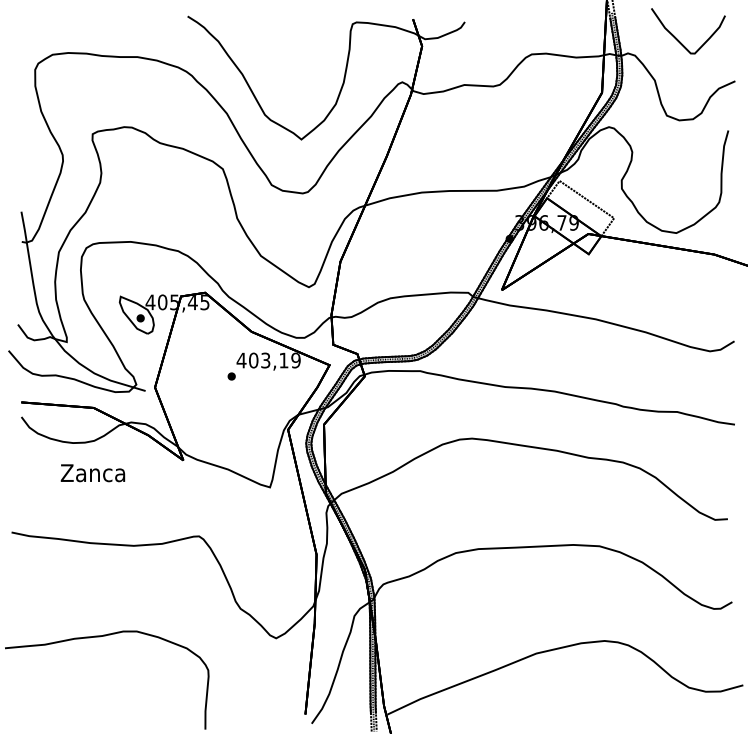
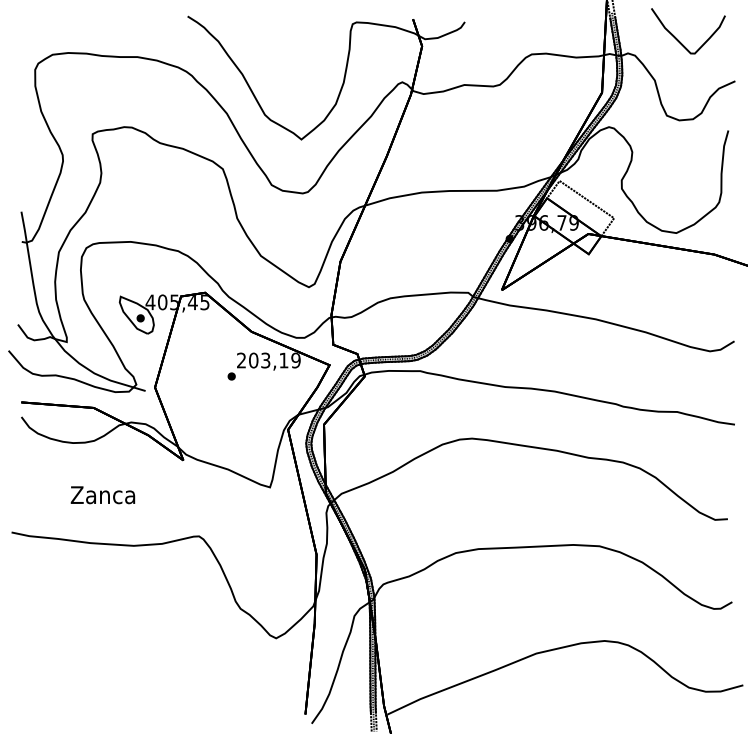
text at (241, 360): 403,19 -> 203,19
text at (92, 473) position: (92, 473) -> (102, 495)
curve at (100, 637): present -> none
